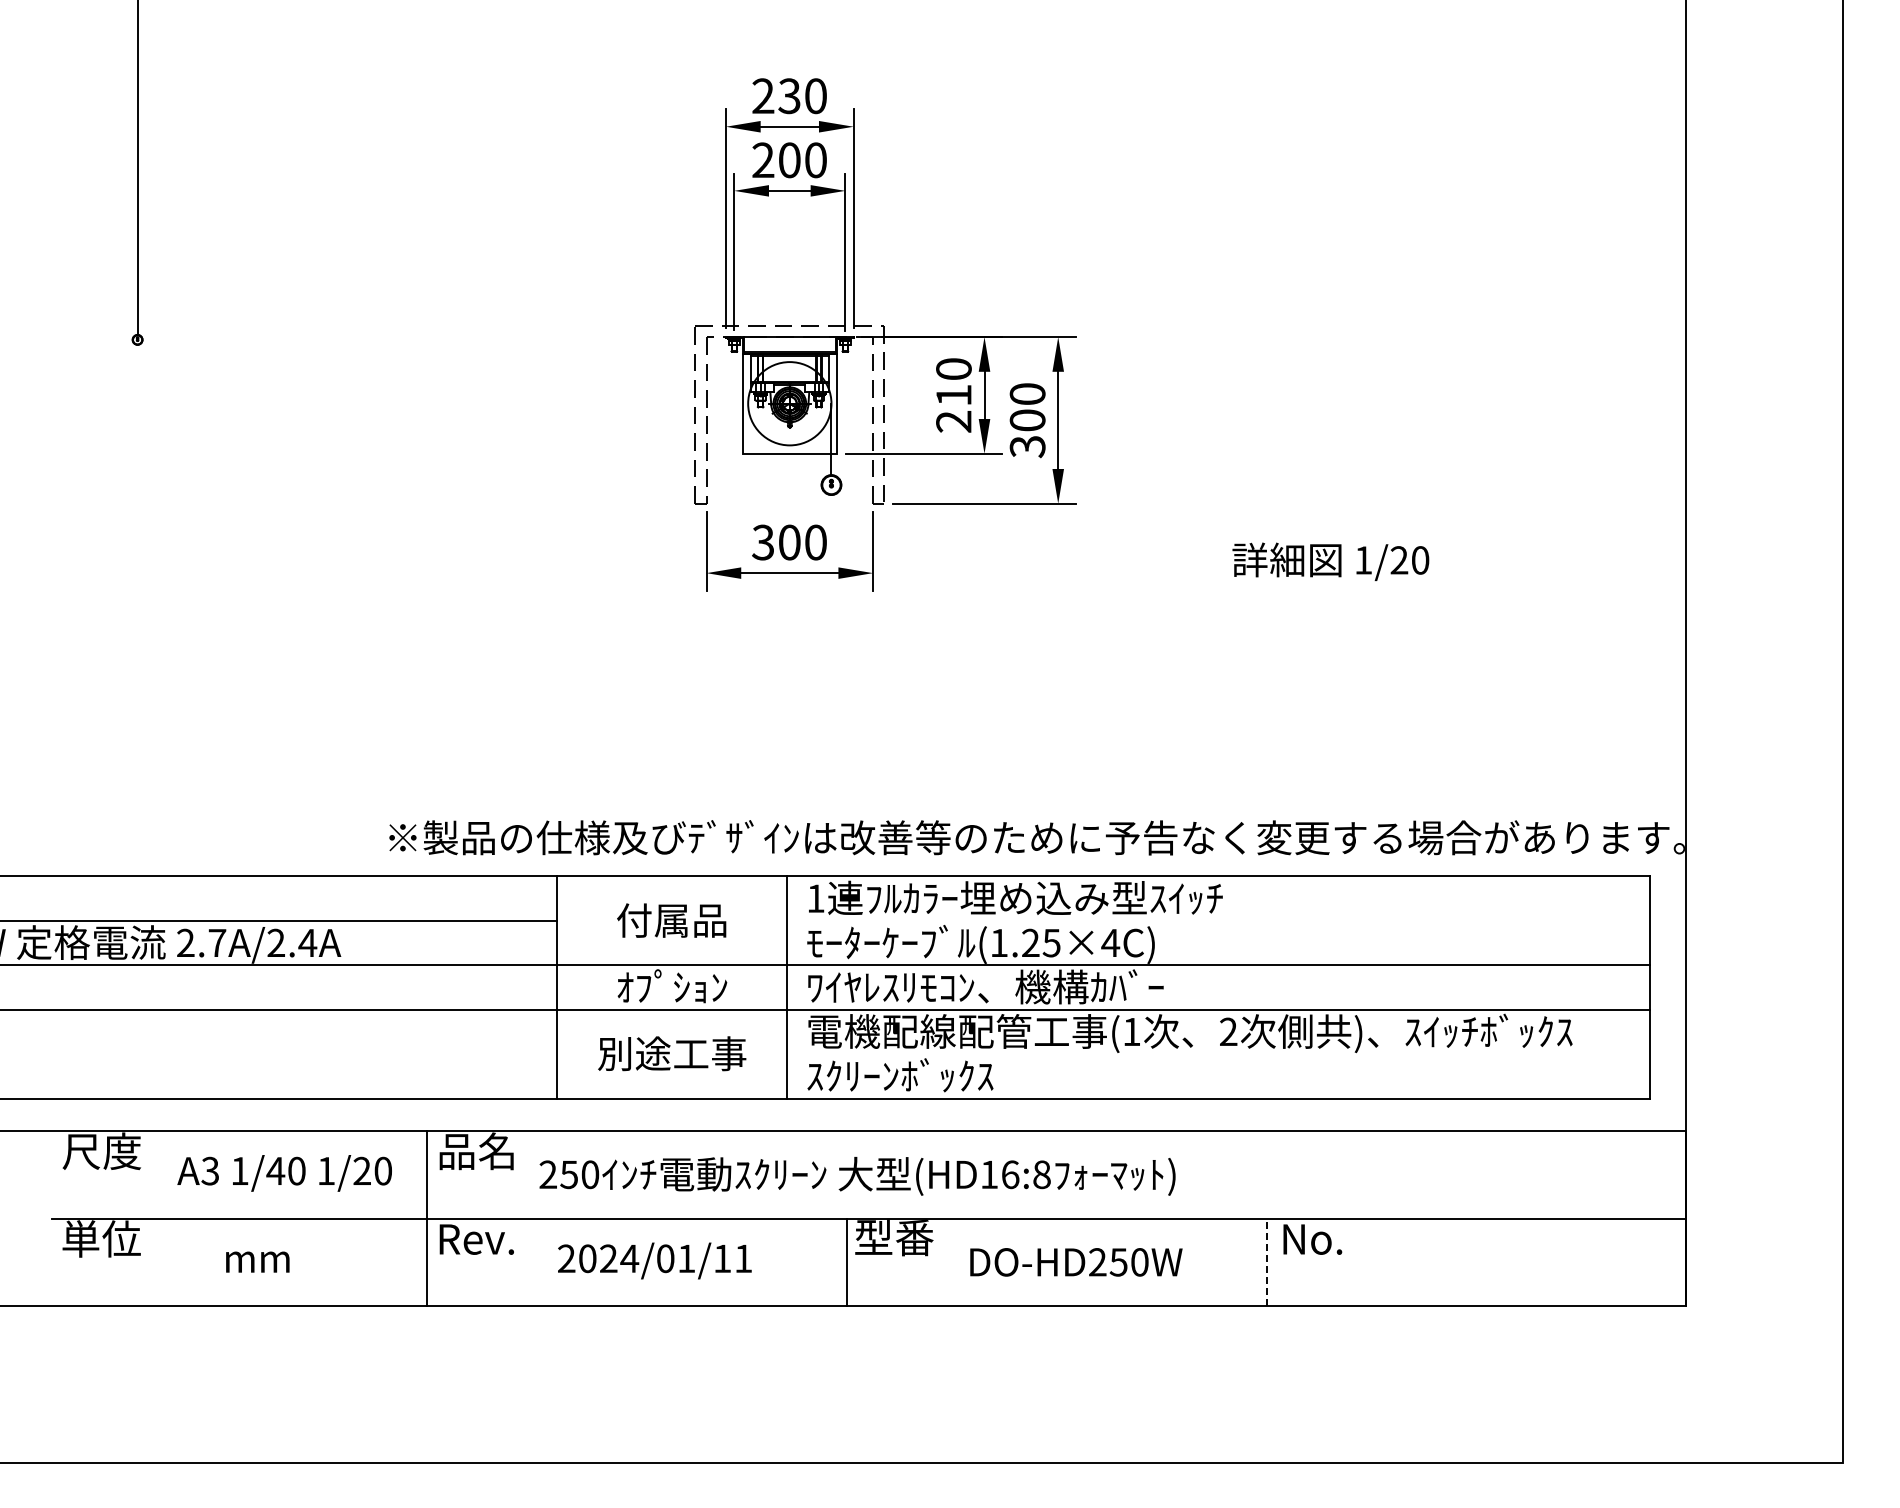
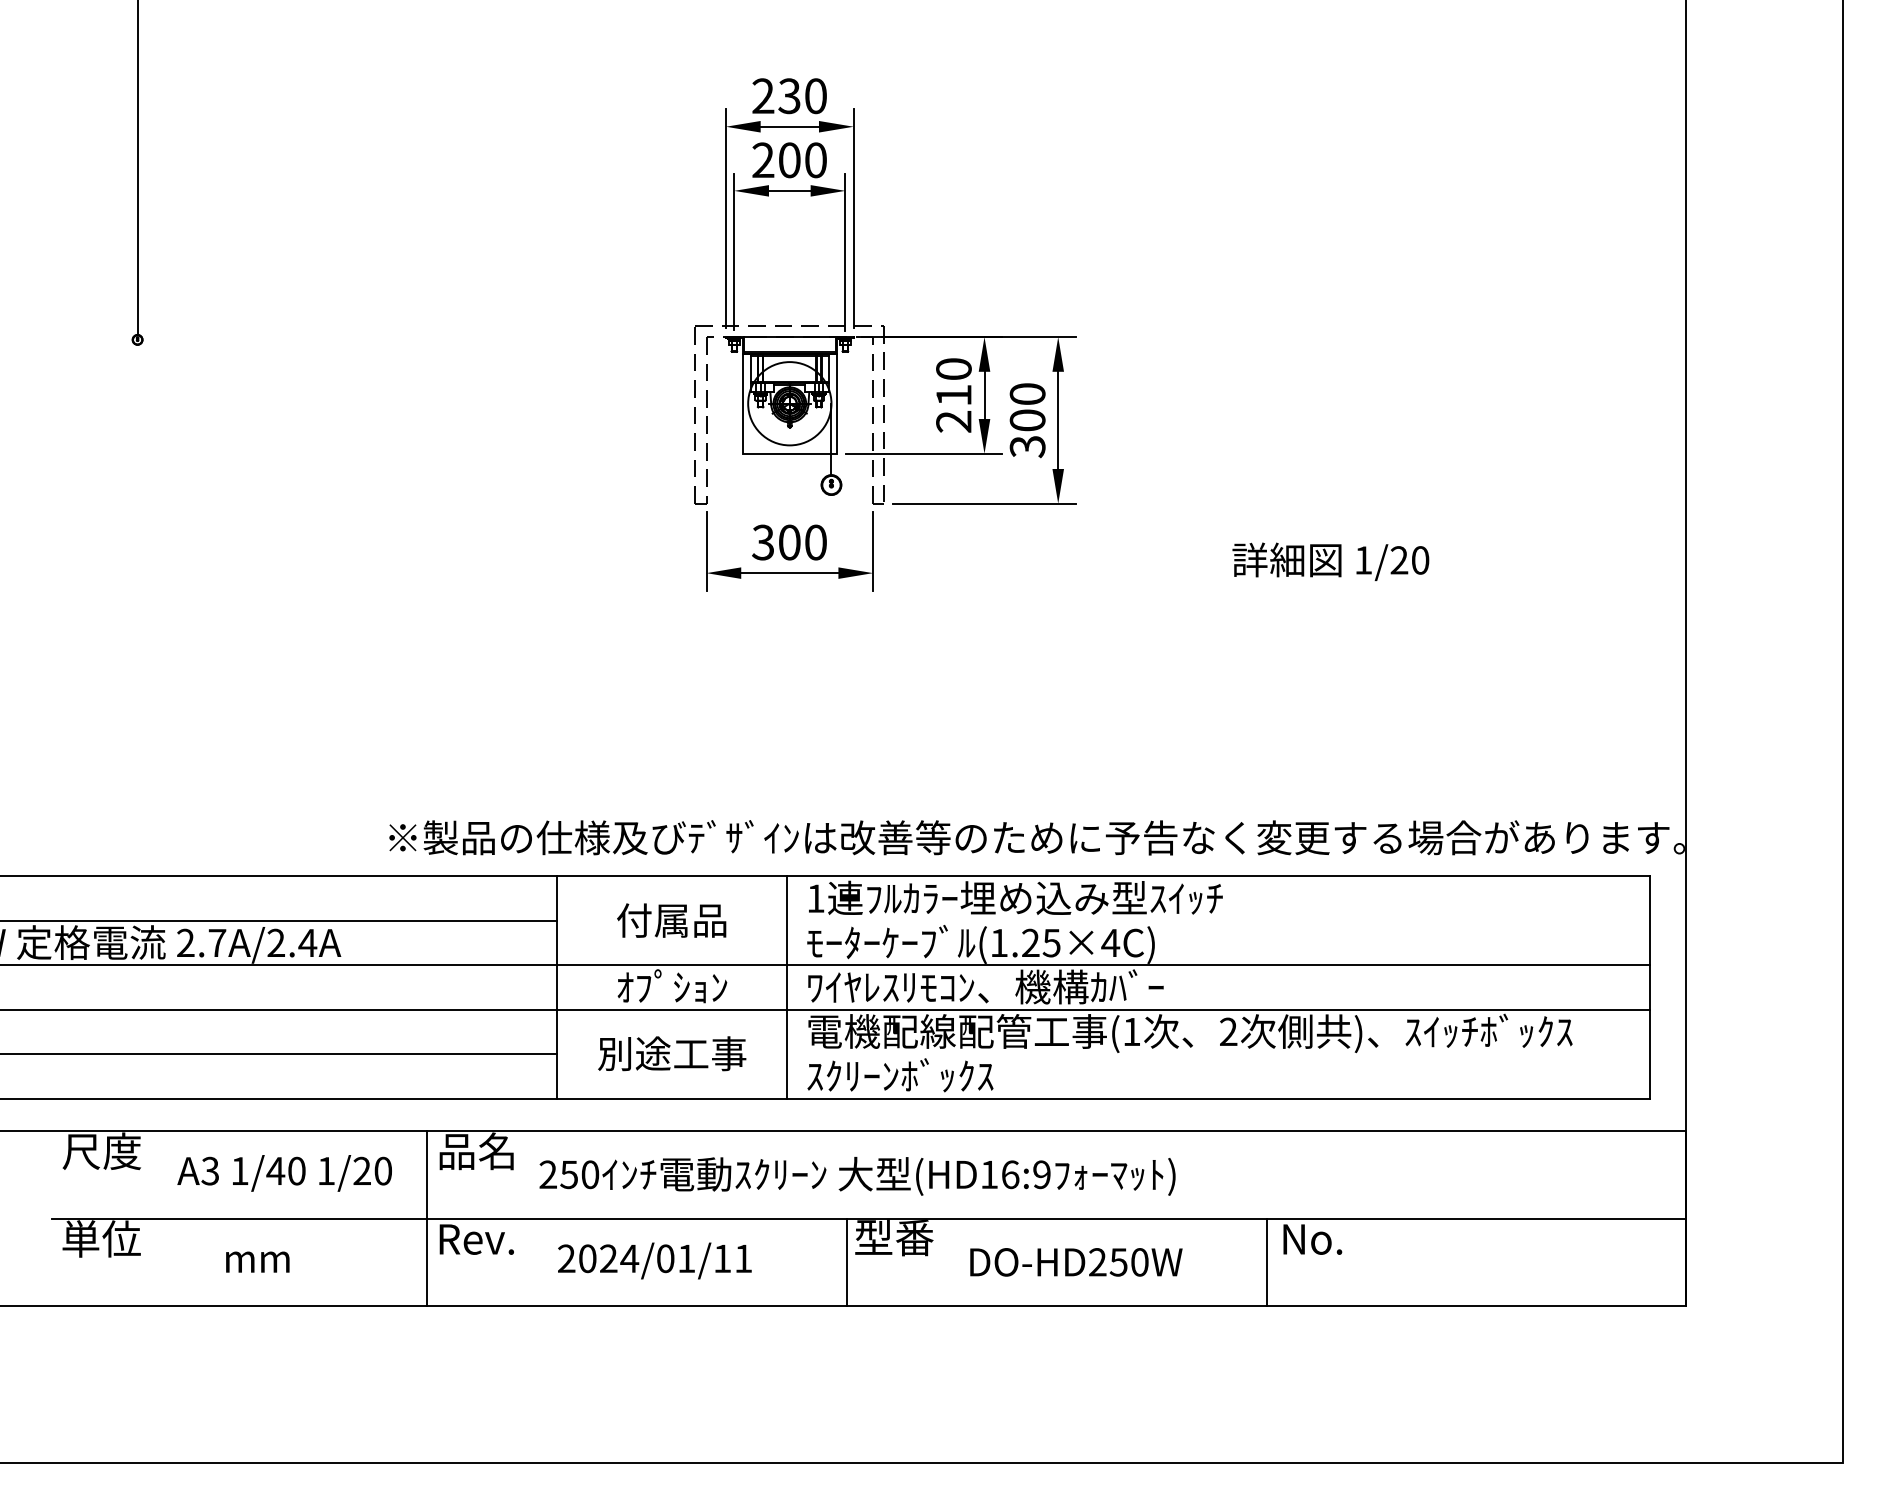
line at (279, 1054): none -> present
text at (1041, 1174): (HD16:8 -> (HD16:9
line at (1266, 1262): dashed -> solid
